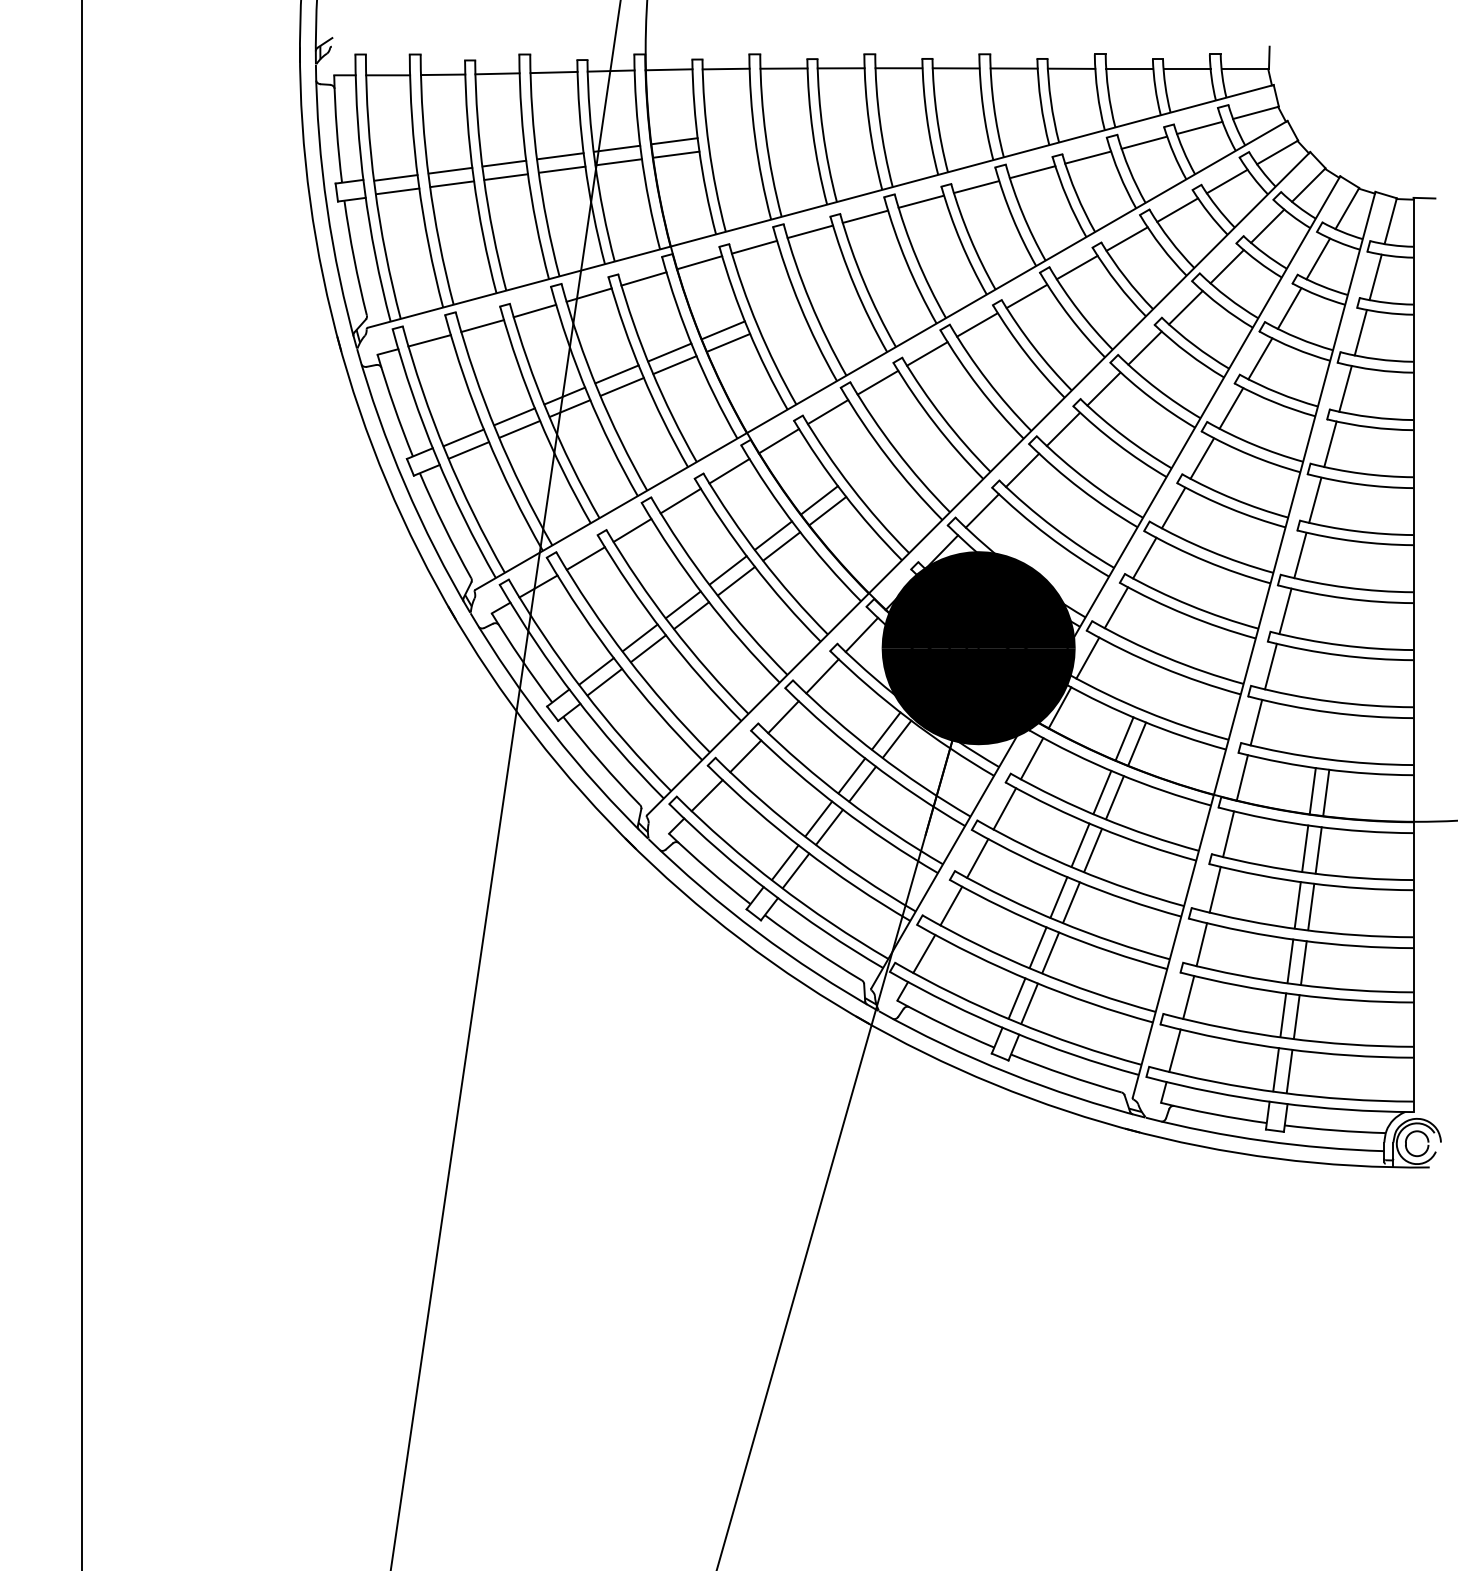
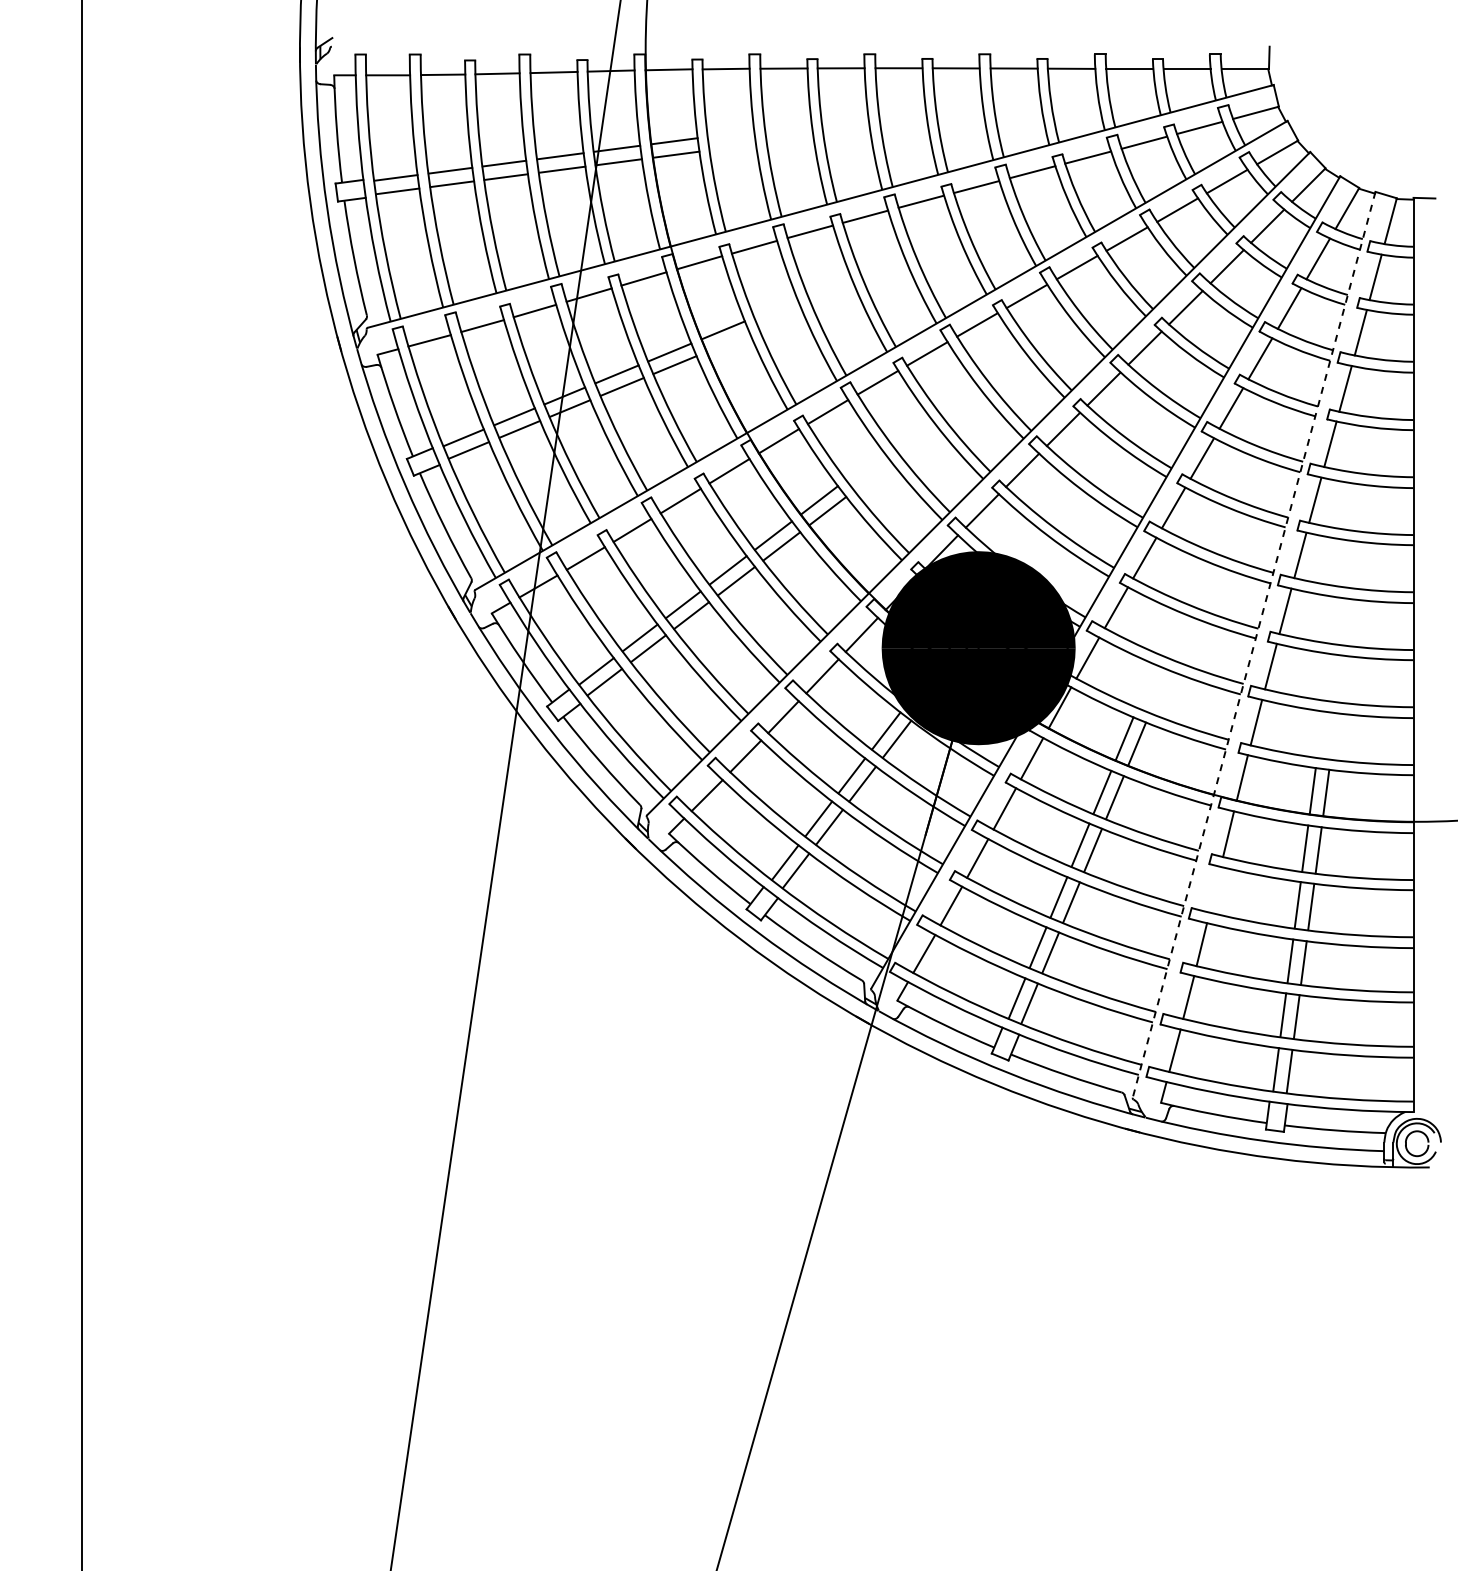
line at (728, 342): present -> none
line at (1254, 644): solid -> dashed
line at (1214, 889): present -> none
